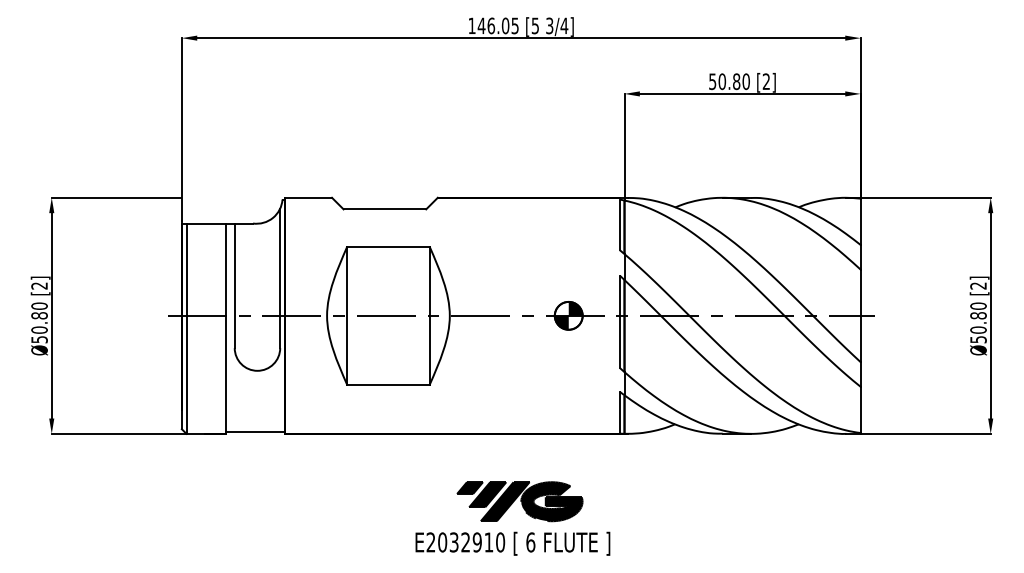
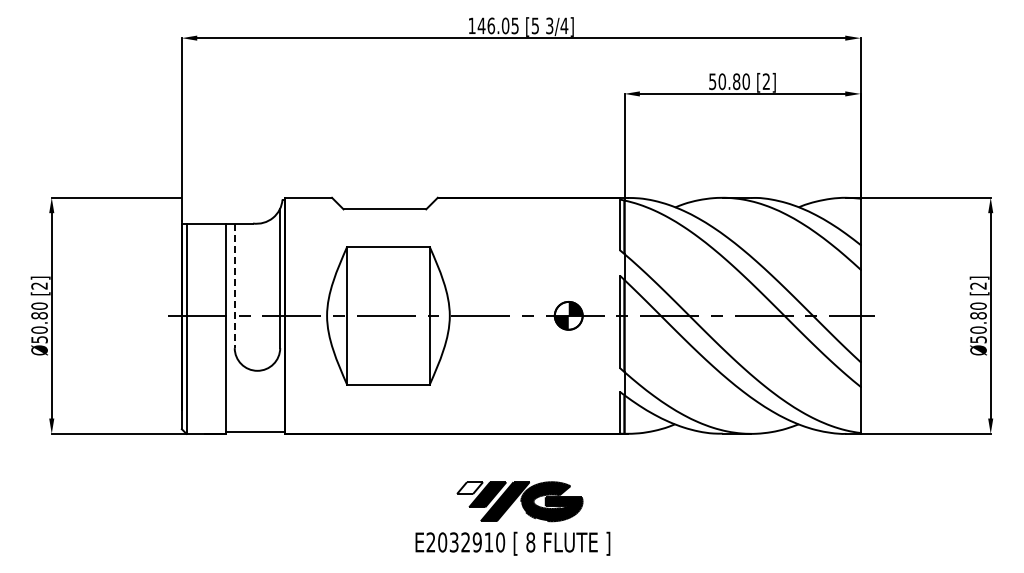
line at (234, 286): solid -> dashed
fill at (470, 488): present -> none
text at (530, 542): 6 -> 8
